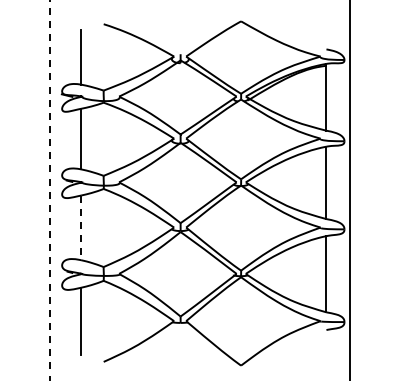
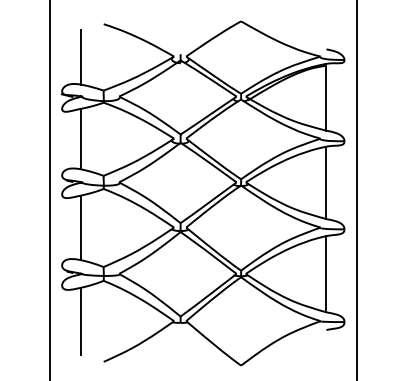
line at (350, 189) position: (350, 189) -> (357, 189)
line at (50, 190): dashed -> solid
line at (81, 228): dashed -> solid
